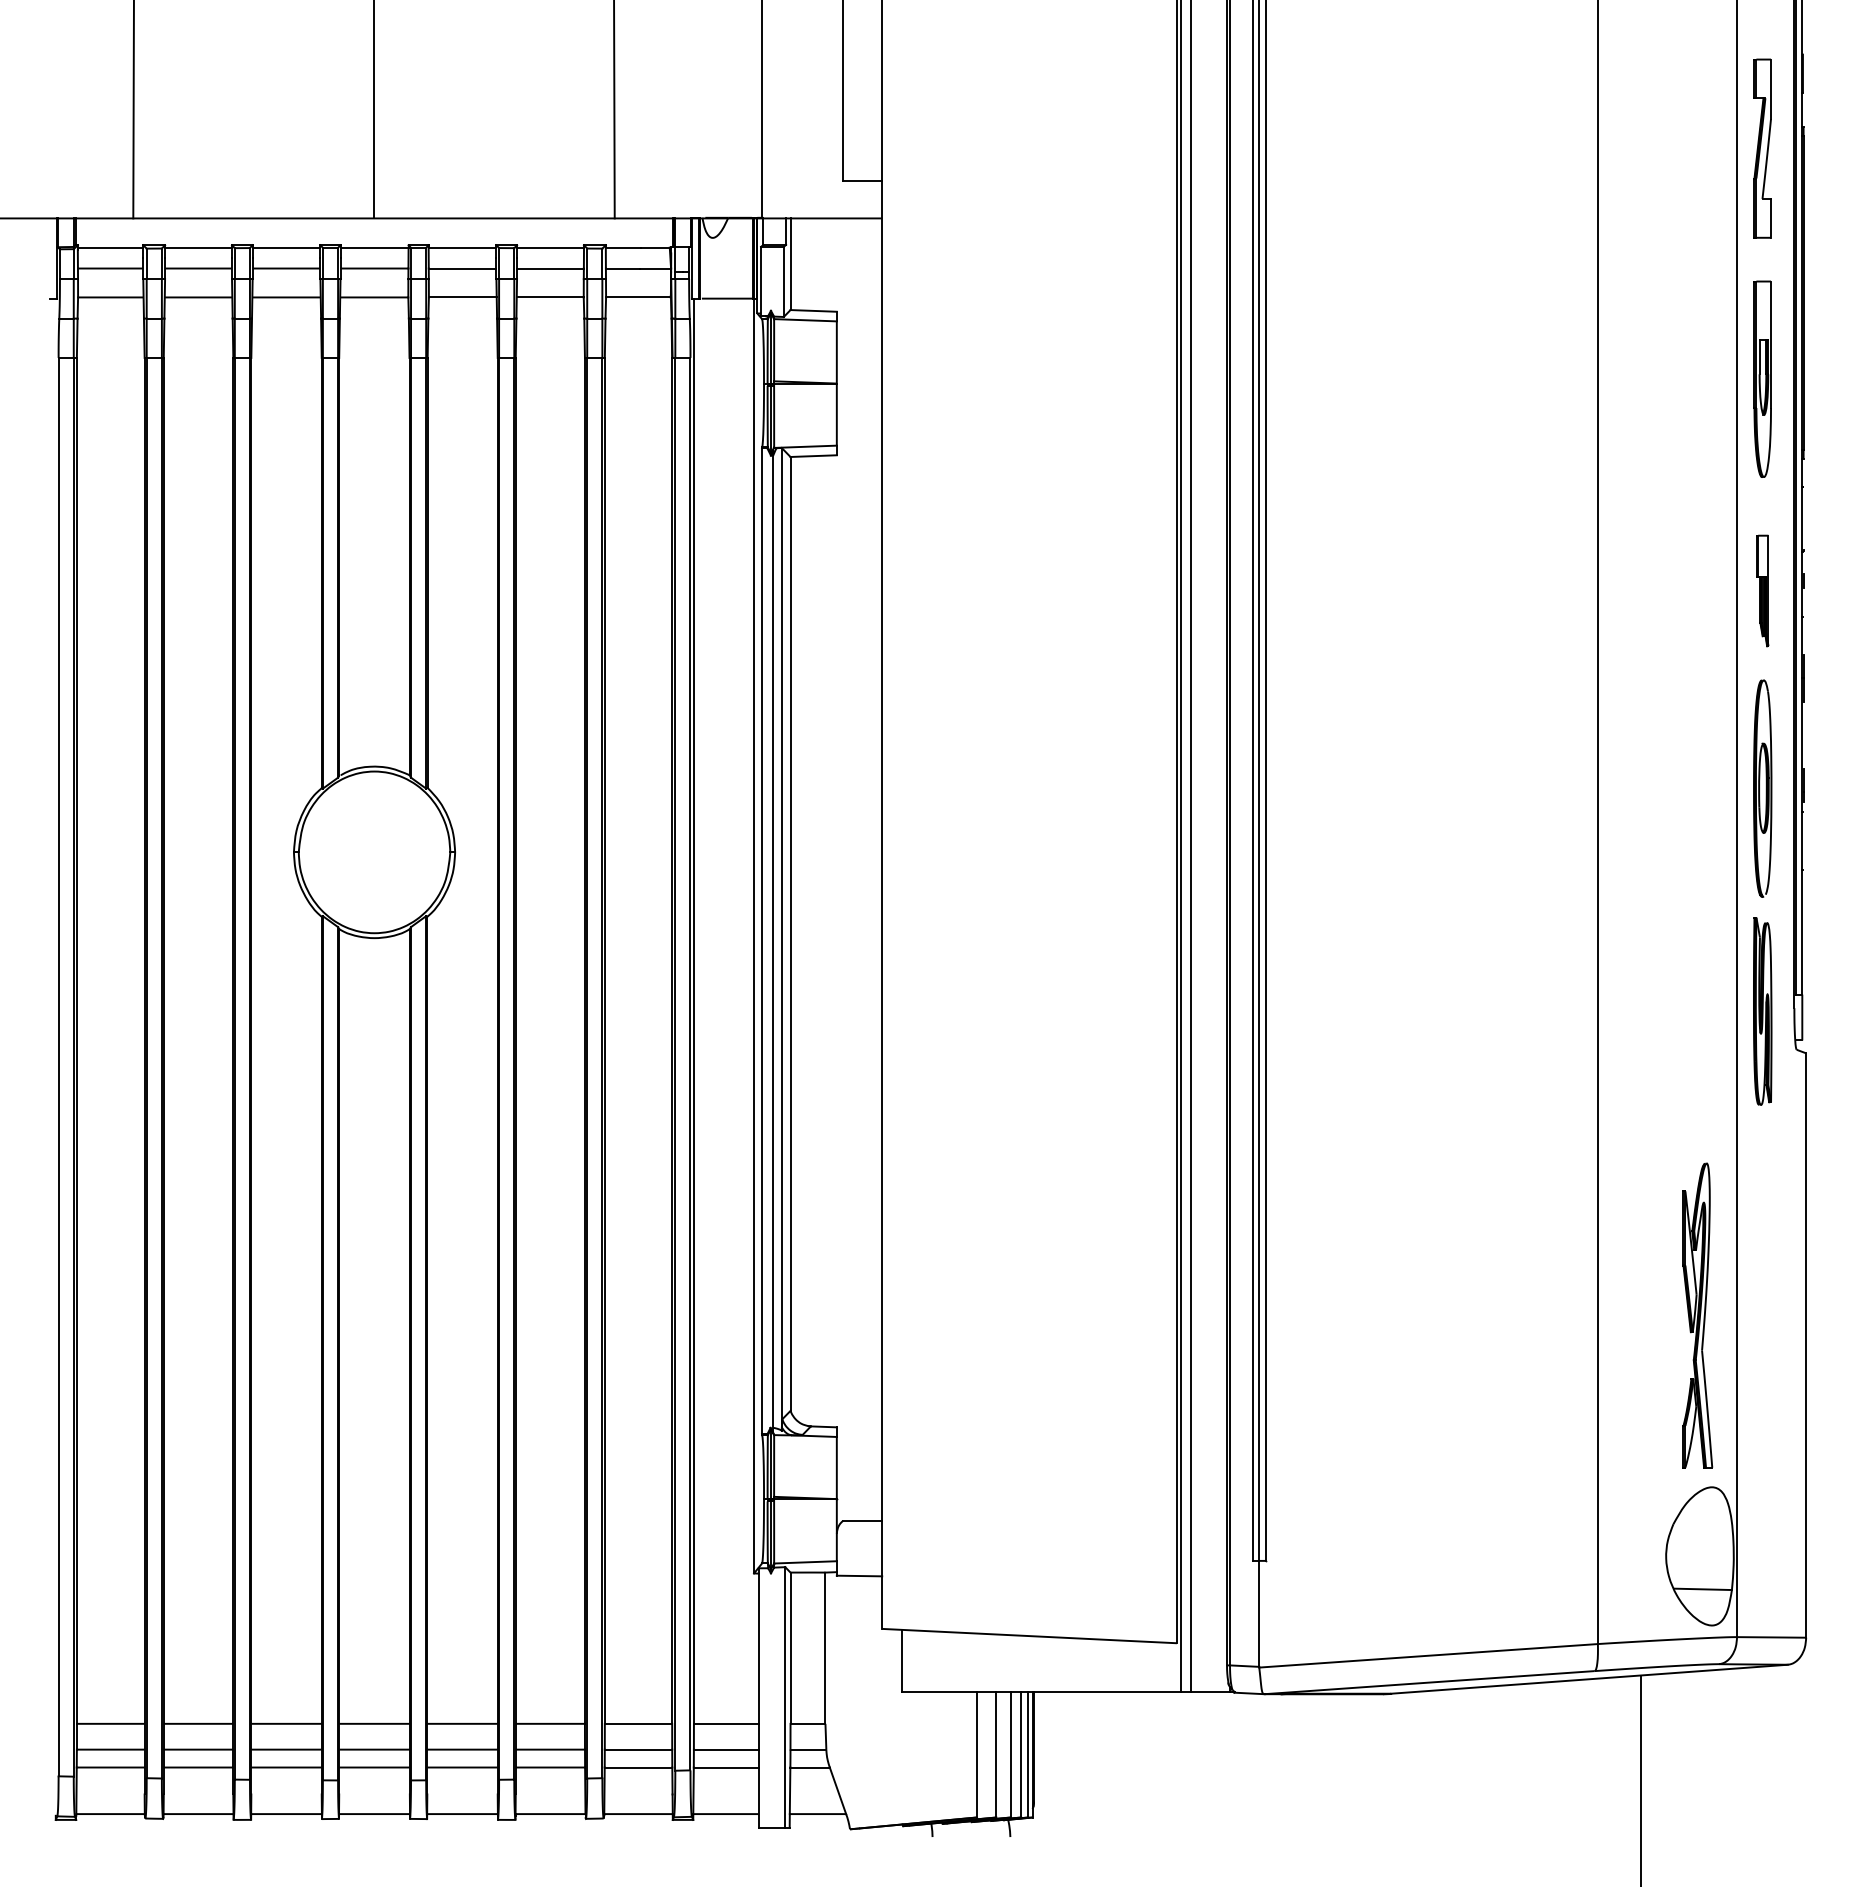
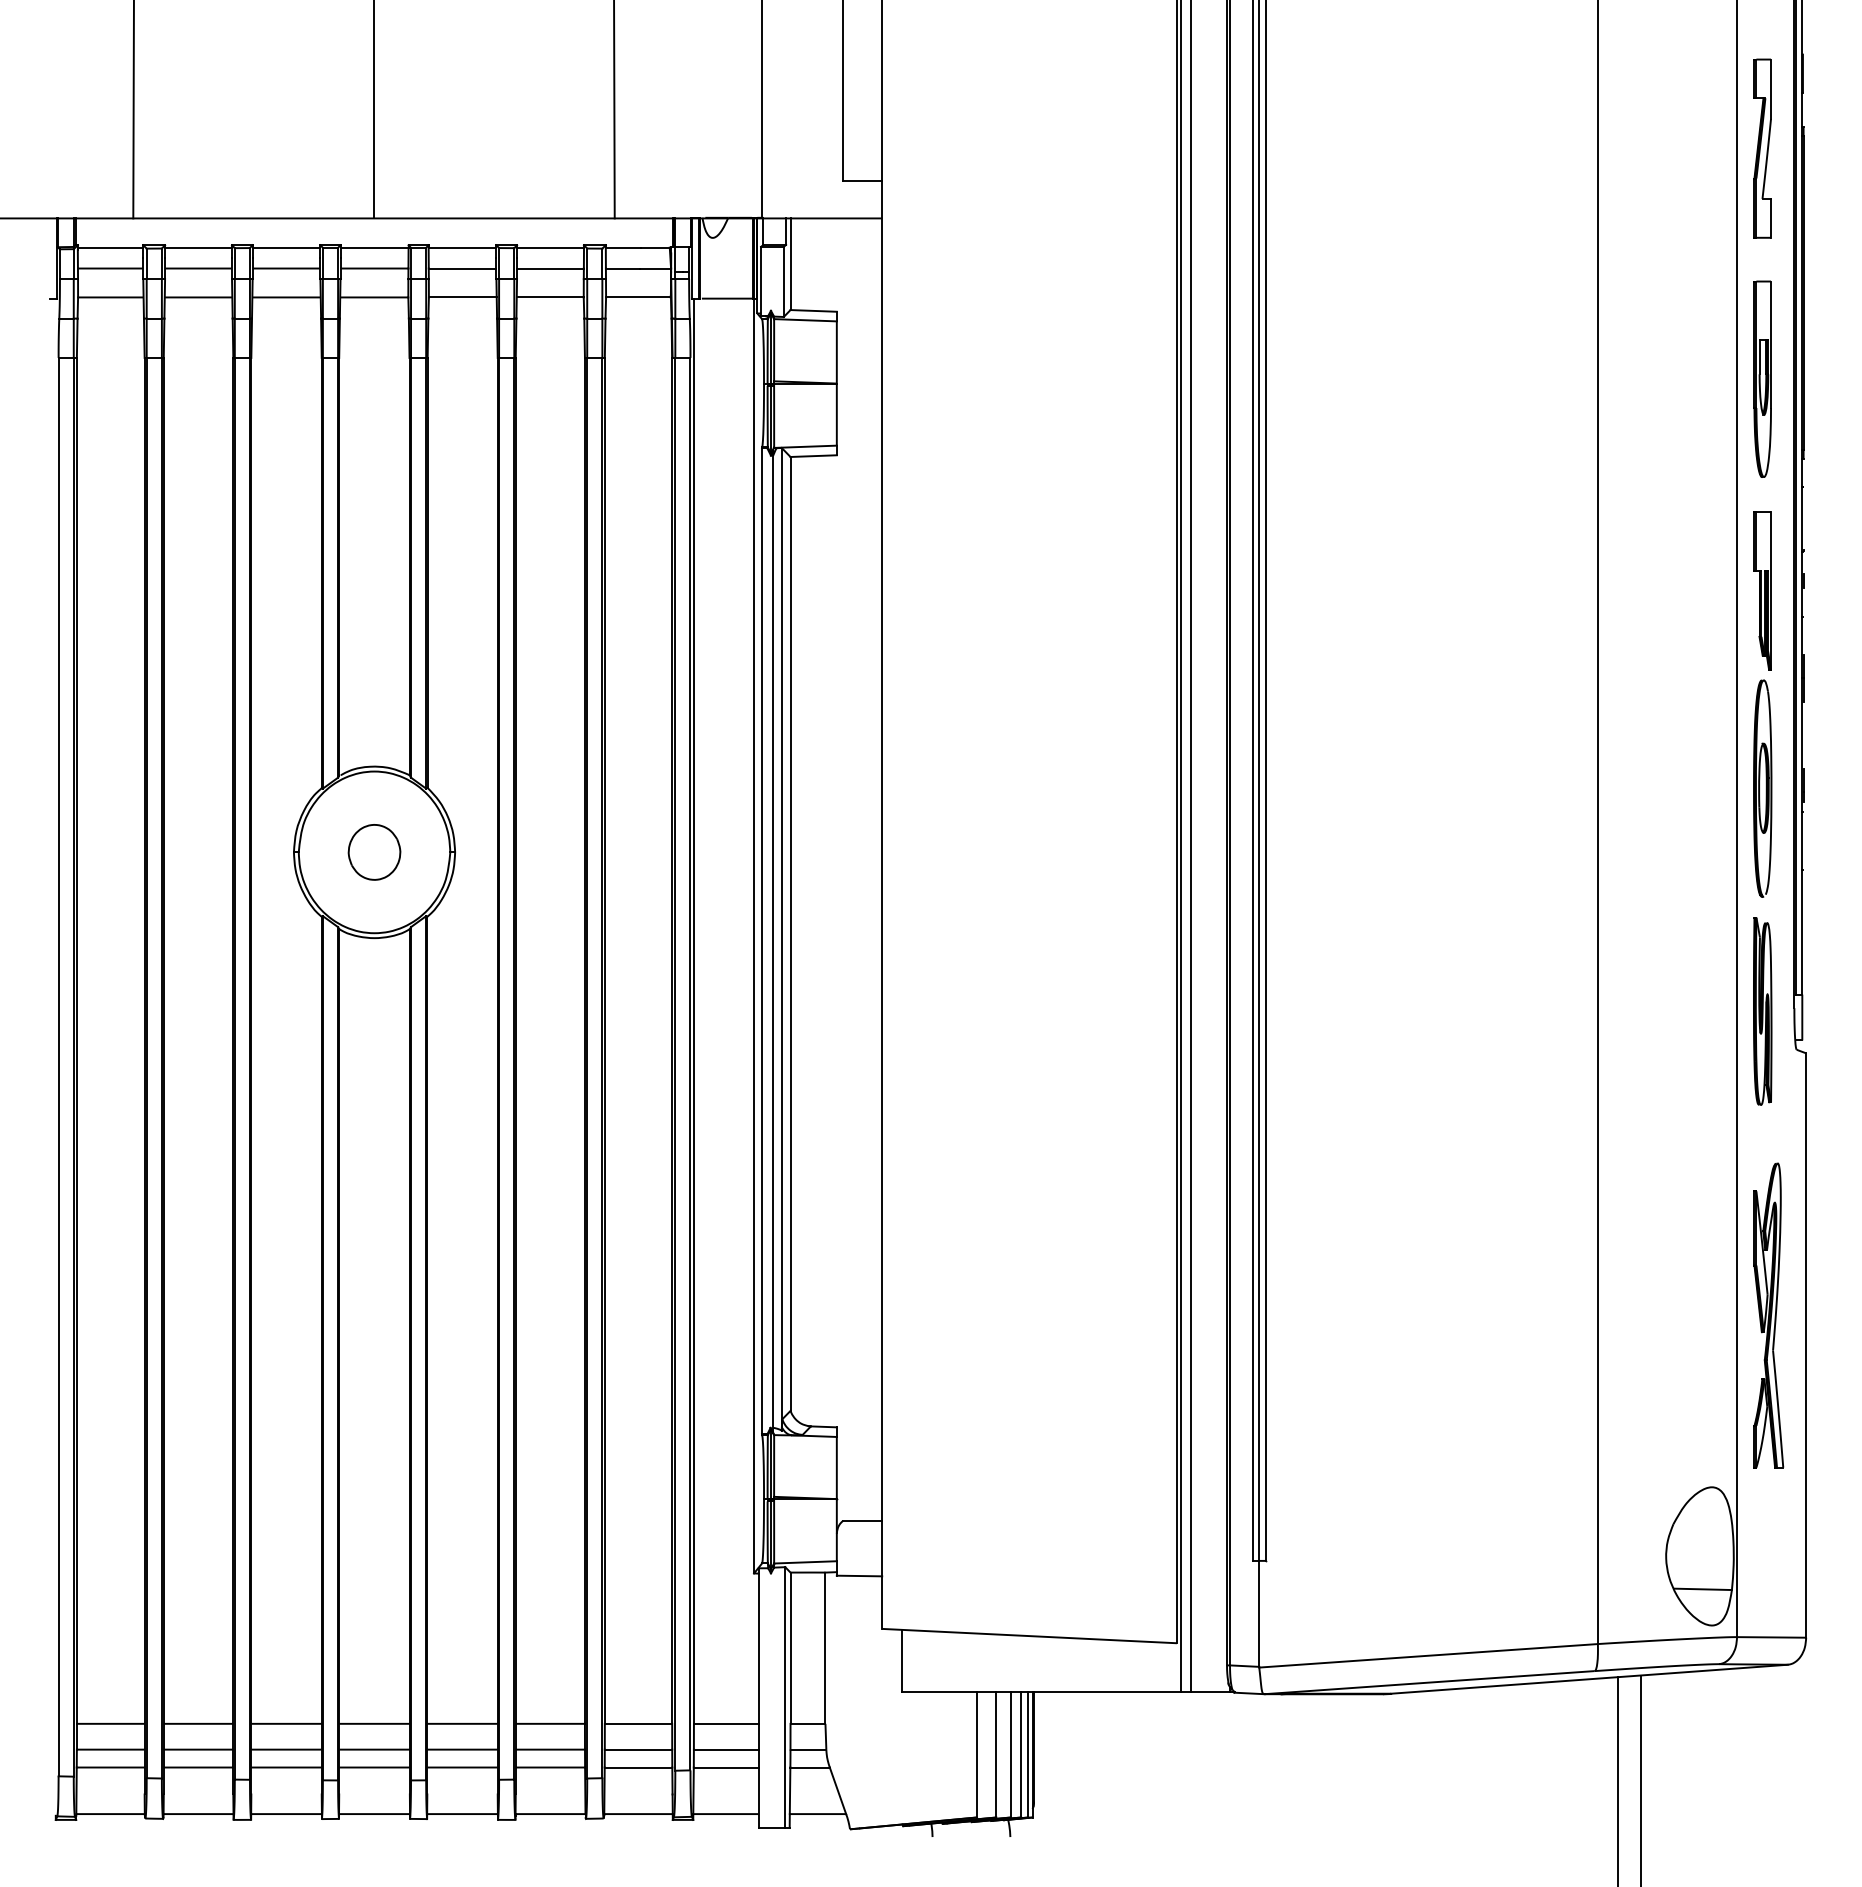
part at (1762, 590) size: 14x114 px -> 19x160 px
part at (374, 852): none -> present
part at (1697, 1315) position: (1697, 1315) -> (1768, 1315)
line at (1617, 1780): none -> present
